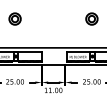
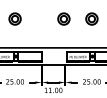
part at (63, 18): none -> present
